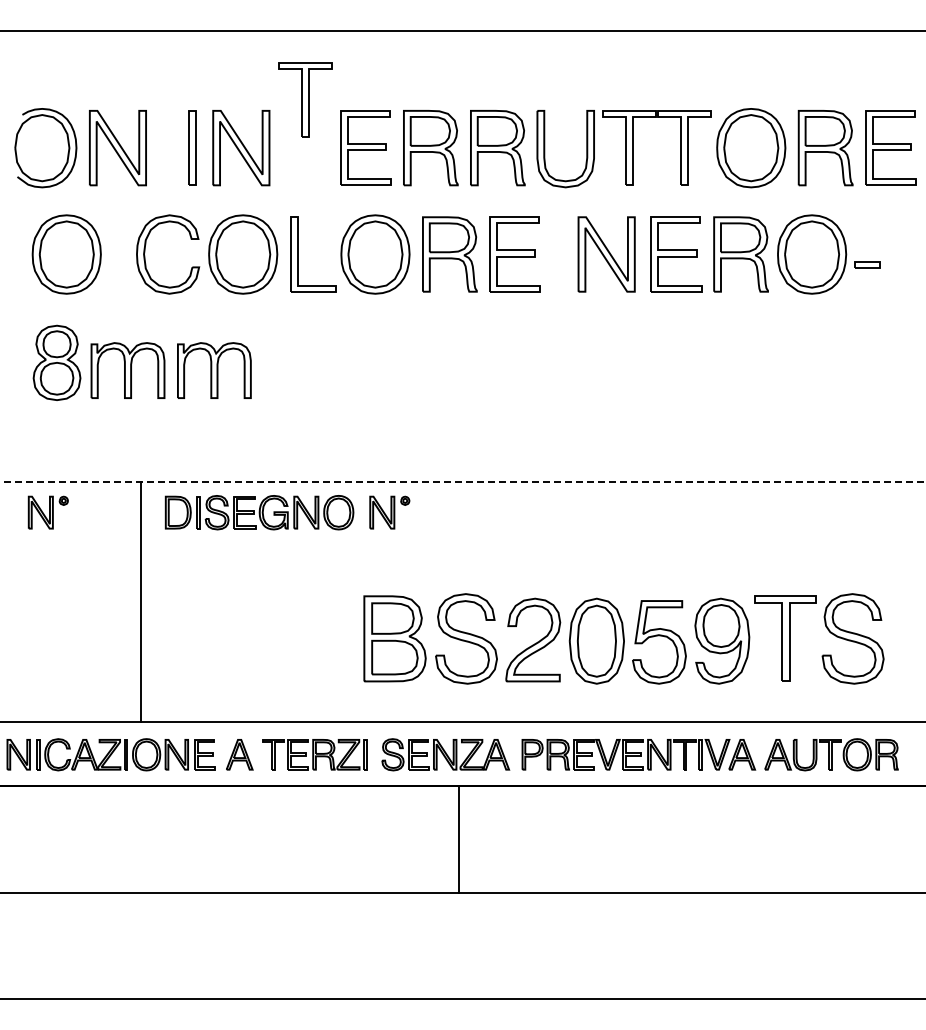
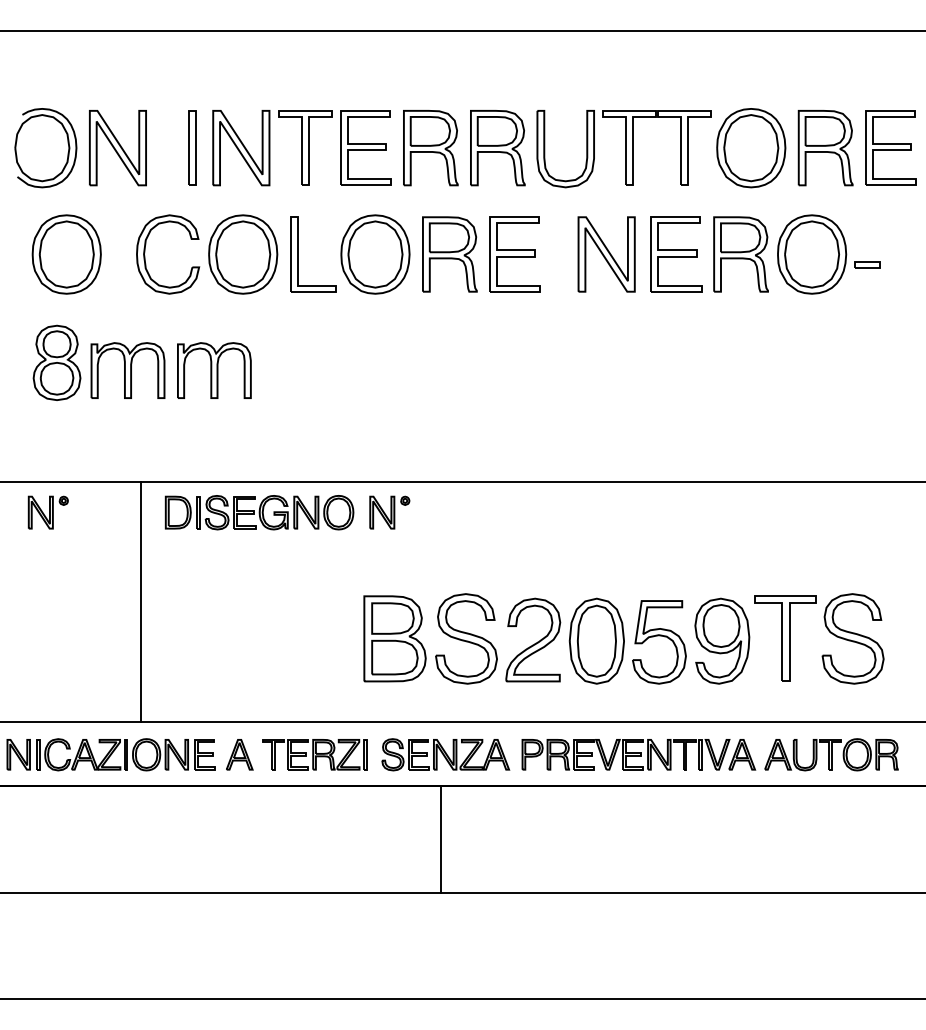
part at (305, 99) position: (305, 99) -> (305, 147)
line at (463, 482): dashed -> solid
line at (459, 839) position: (459, 839) -> (441, 839)
